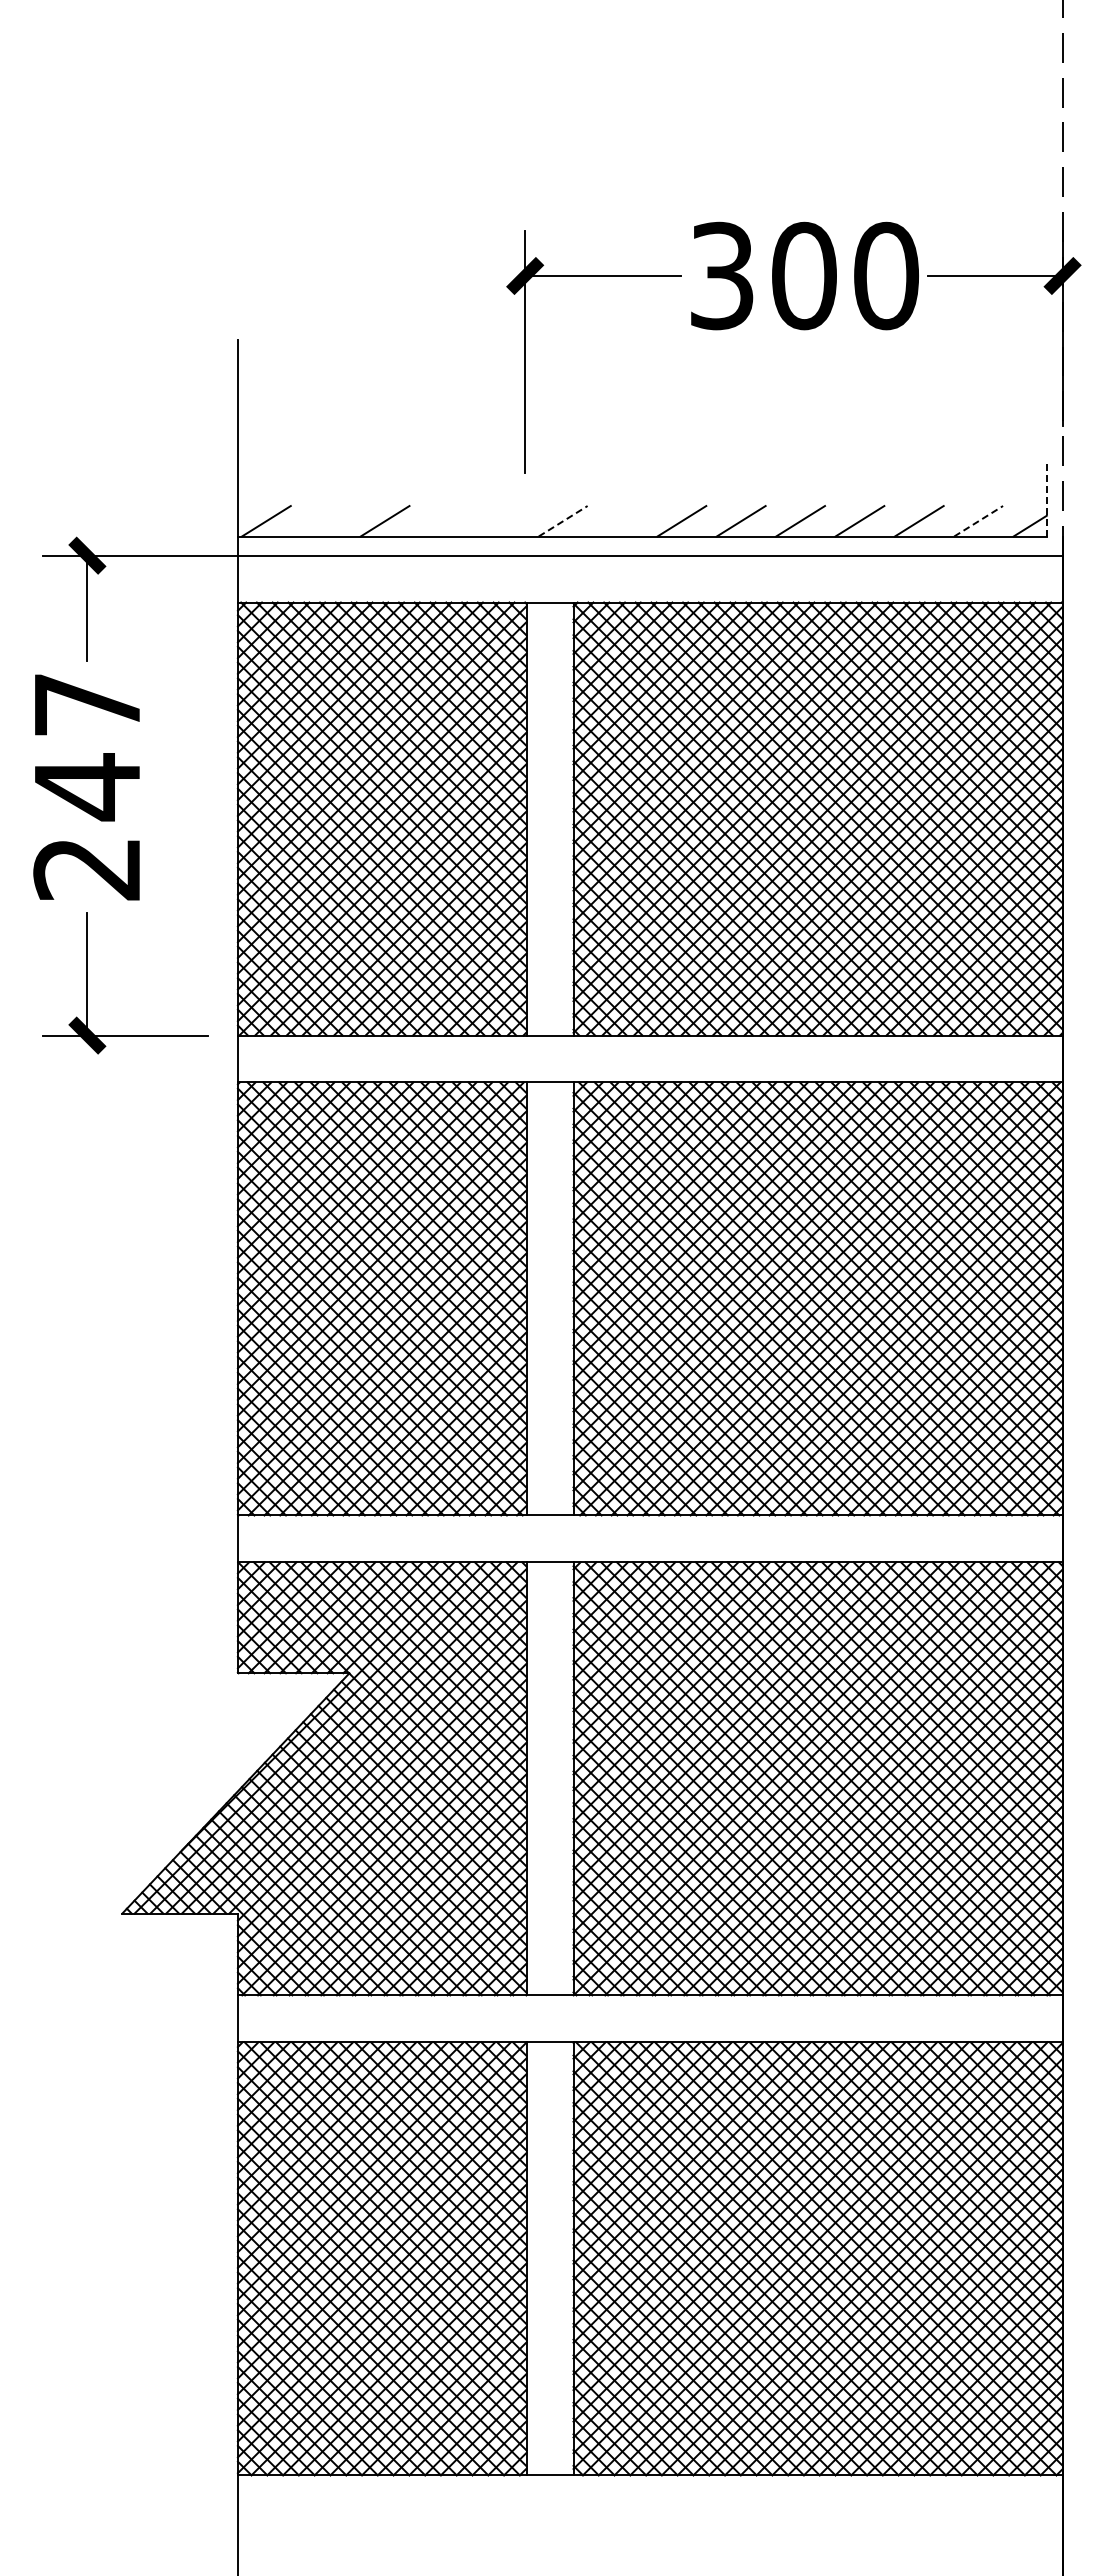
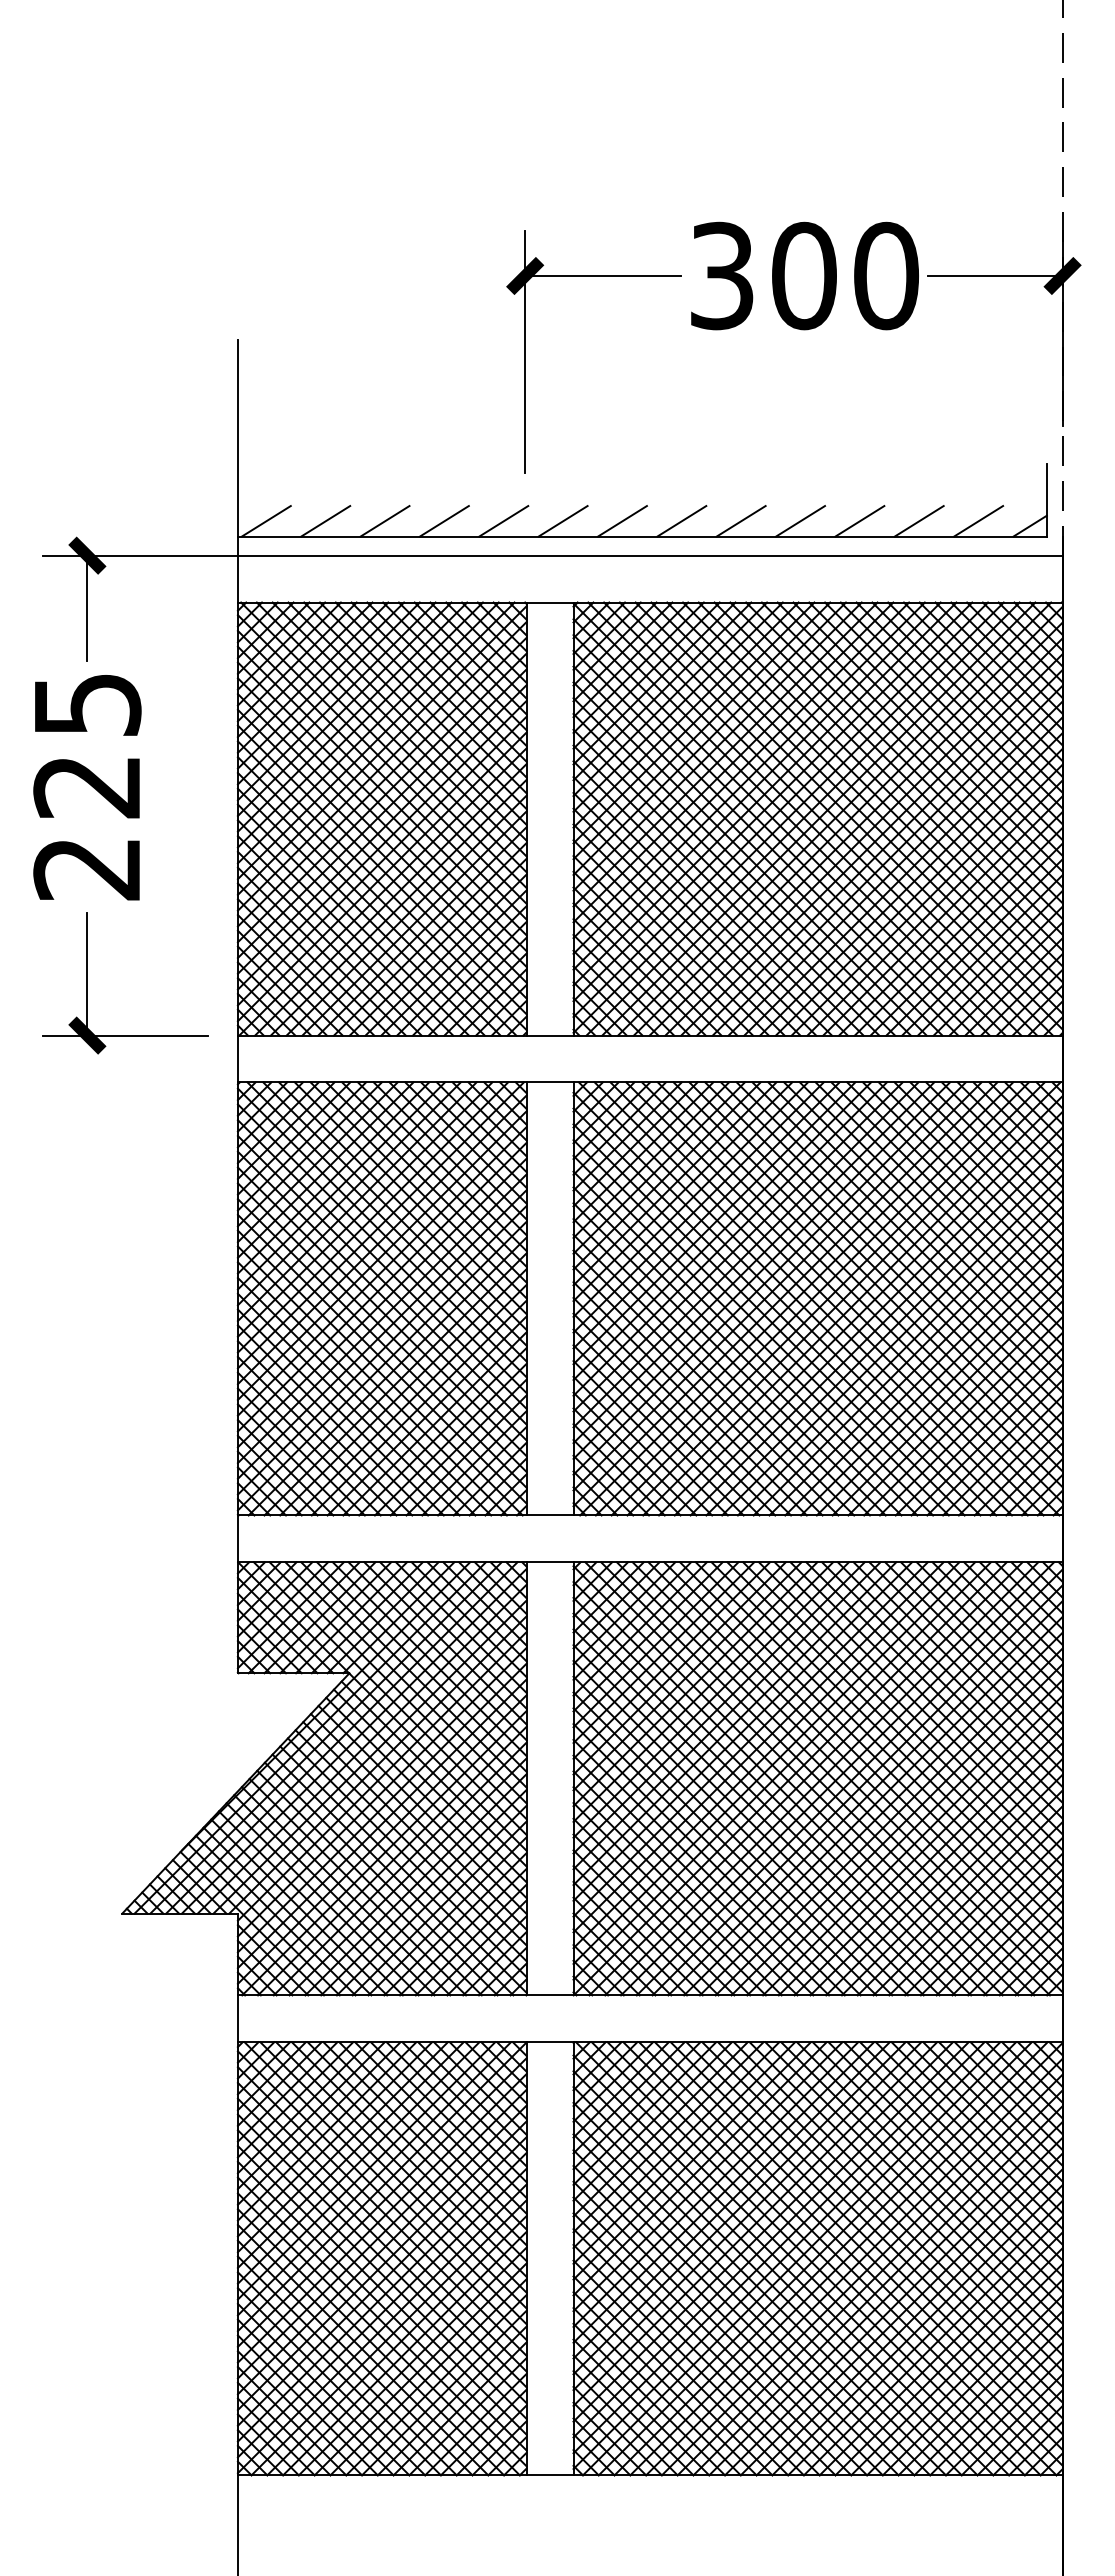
line at (1046, 499): dashed -> solid
line at (325, 521): none -> present
line at (444, 521): none -> present
line at (503, 521): none -> present
line at (563, 521): dashed -> solid
line at (622, 521): none -> present
line at (978, 521): dashed -> solid
text at (87, 747): 247 -> 225
